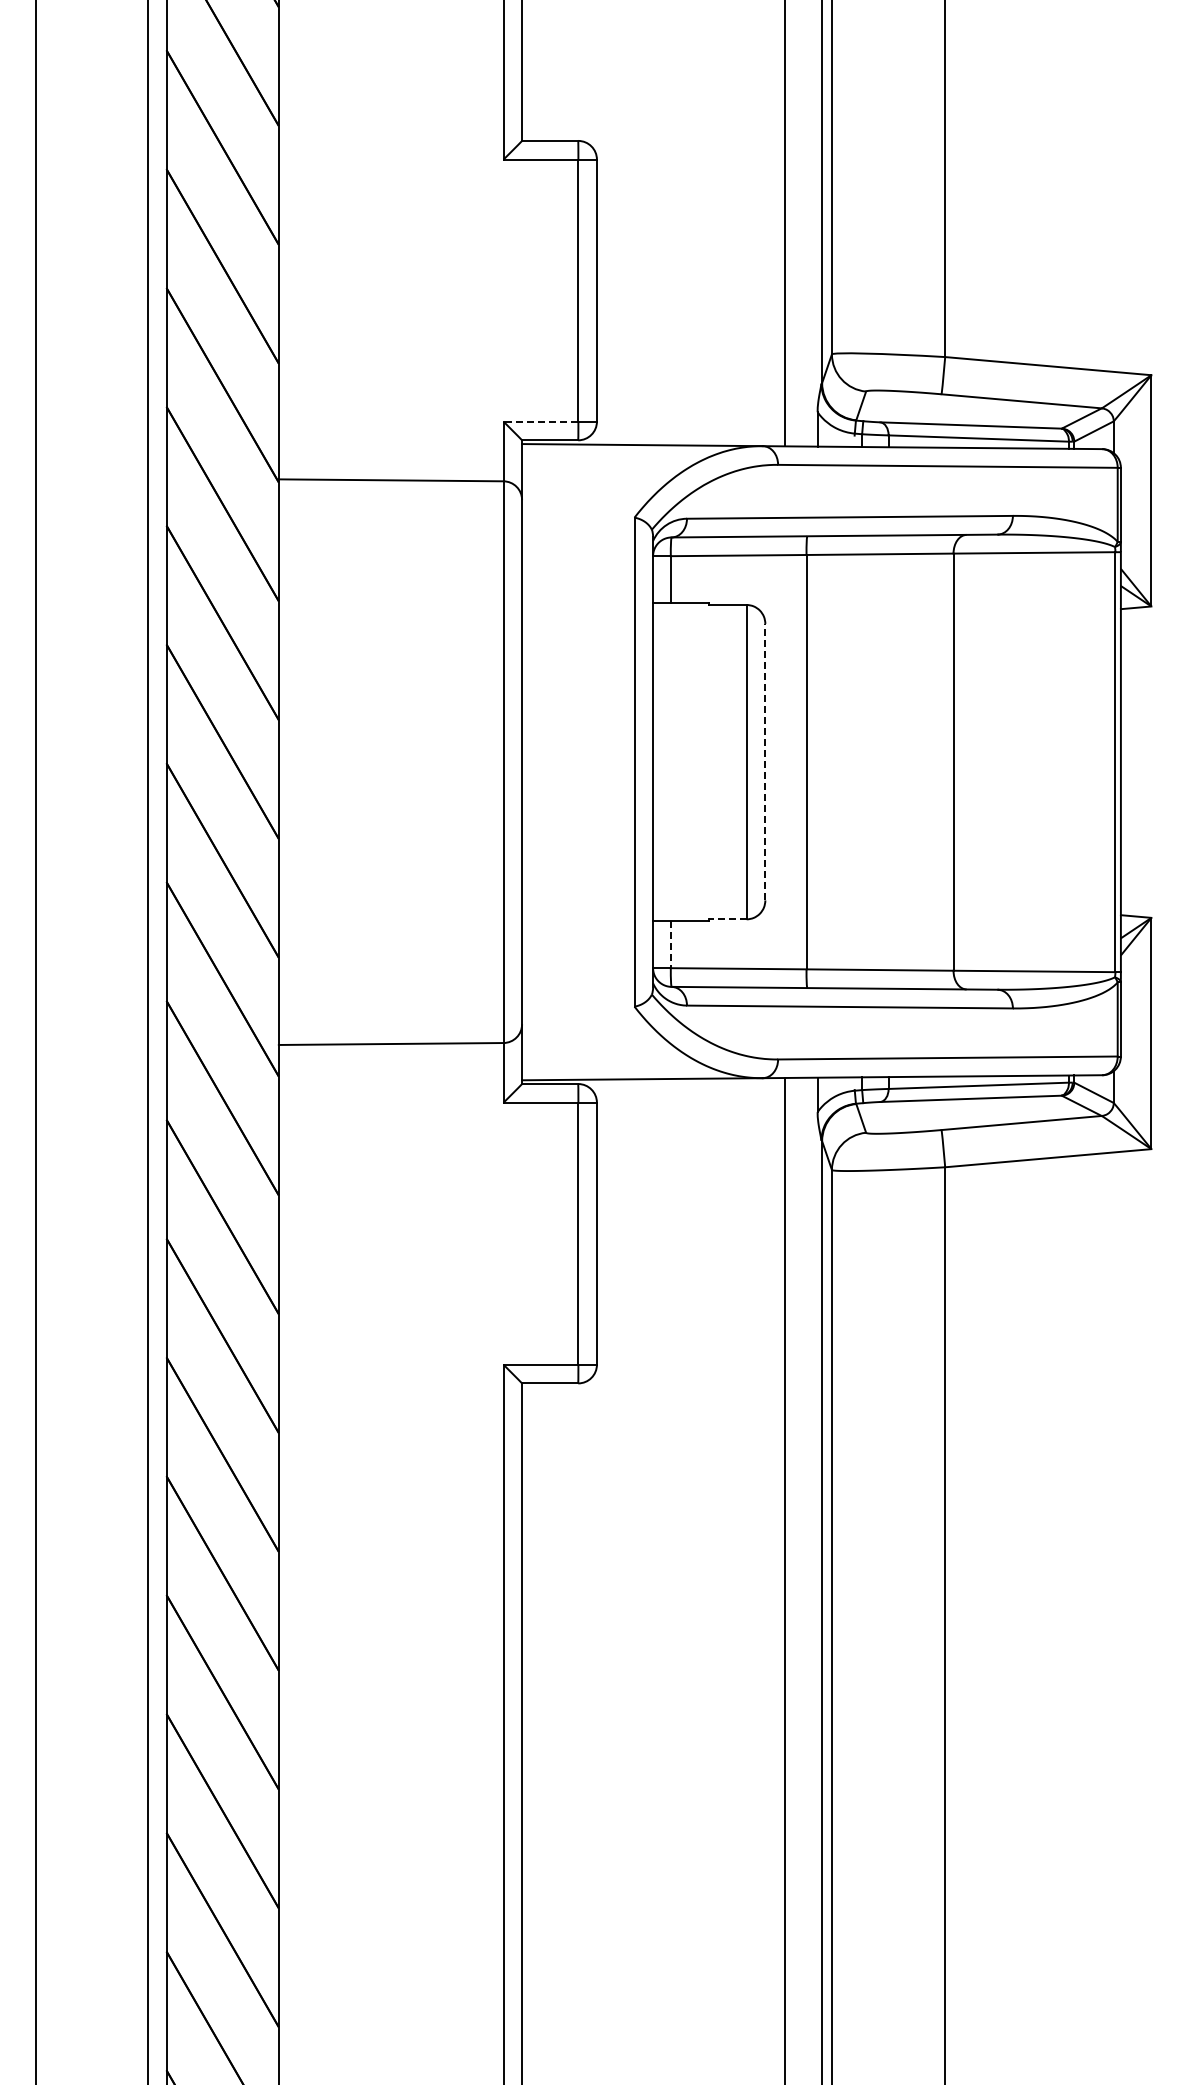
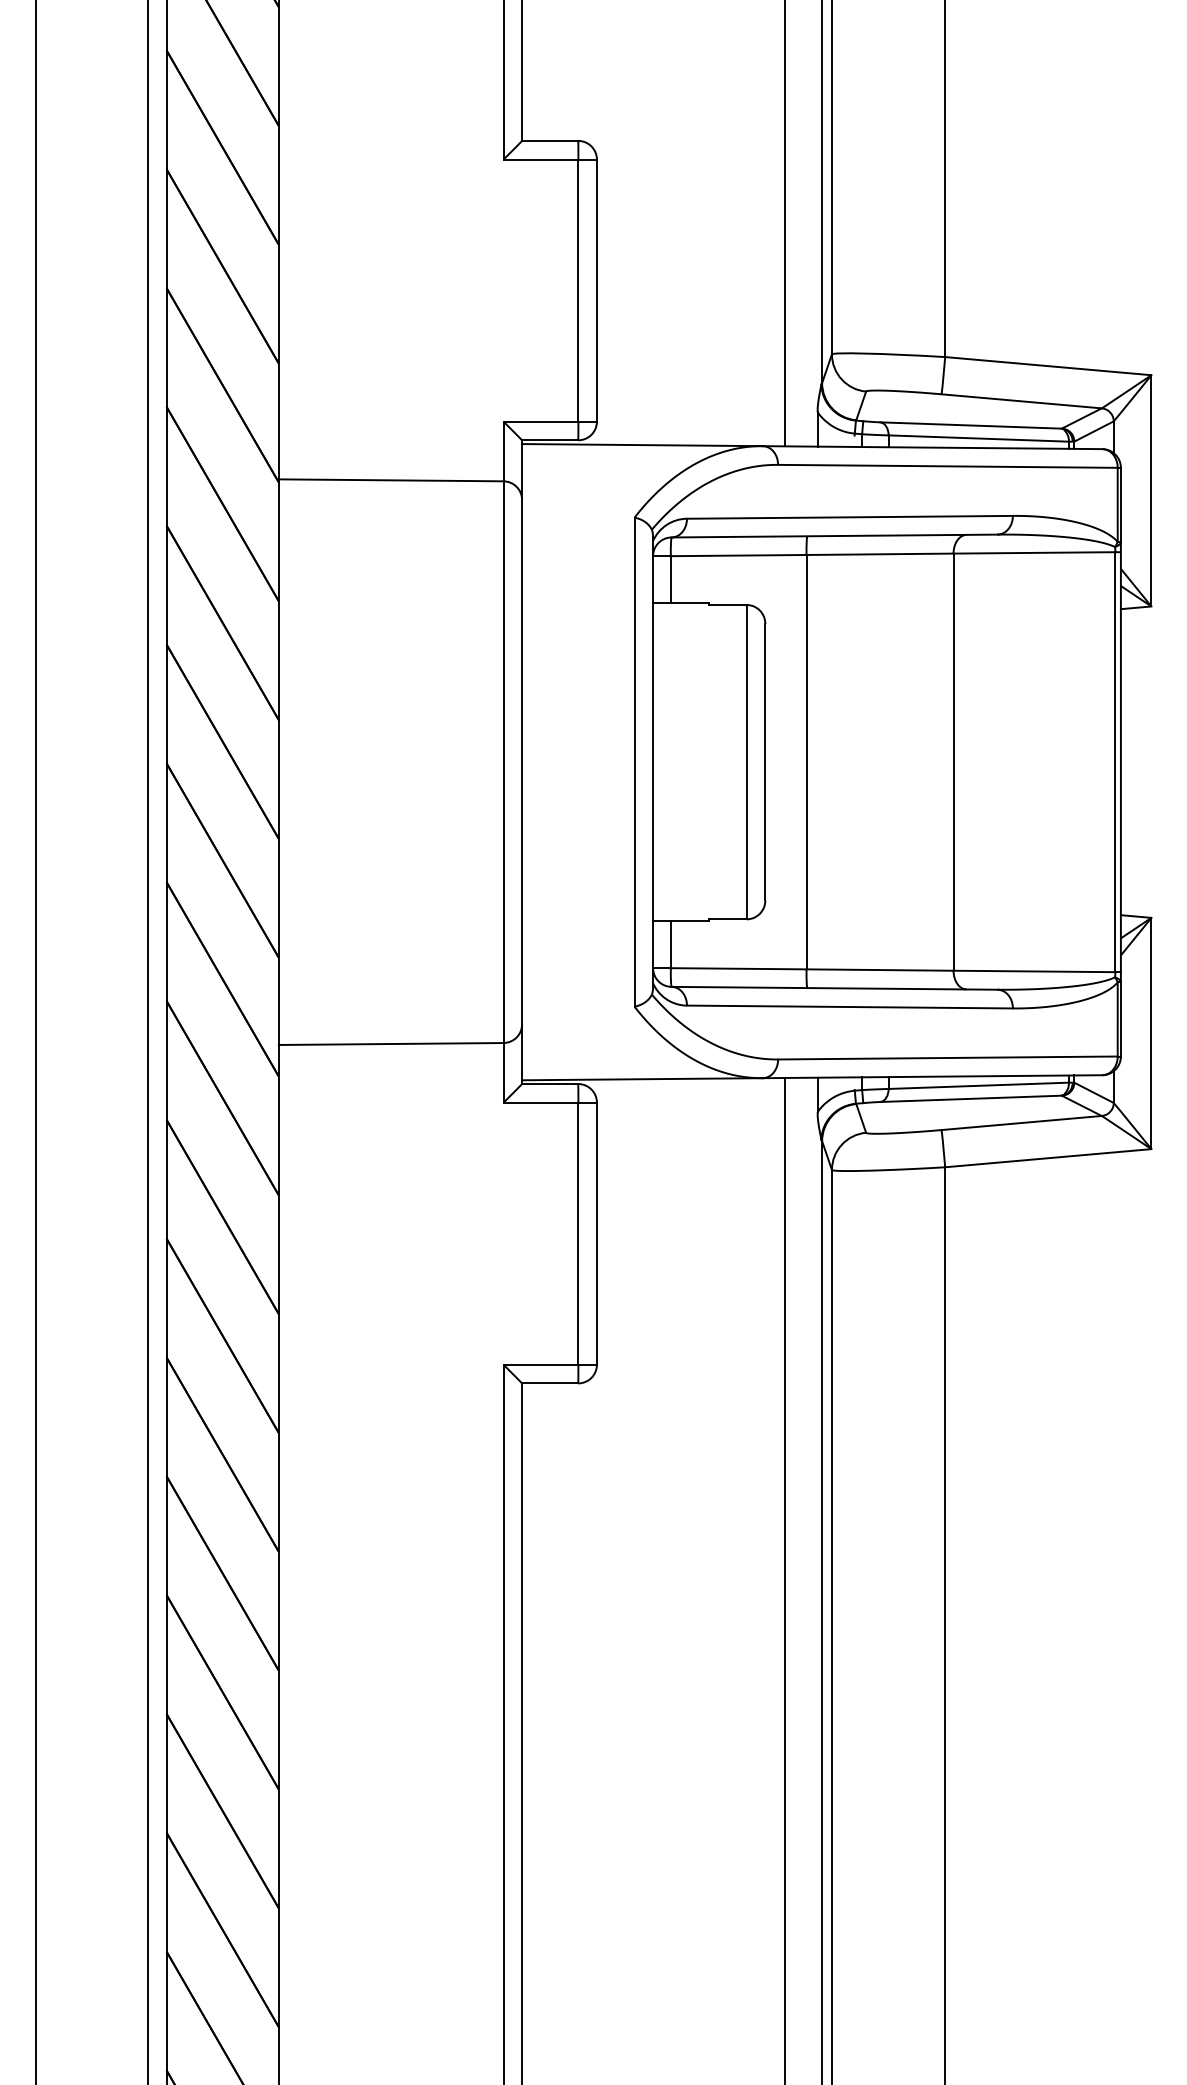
line at (540, 421): dashed -> solid
line at (765, 761): dashed -> solid
line at (727, 919): dashed -> solid
line at (670, 945): dashed -> solid
